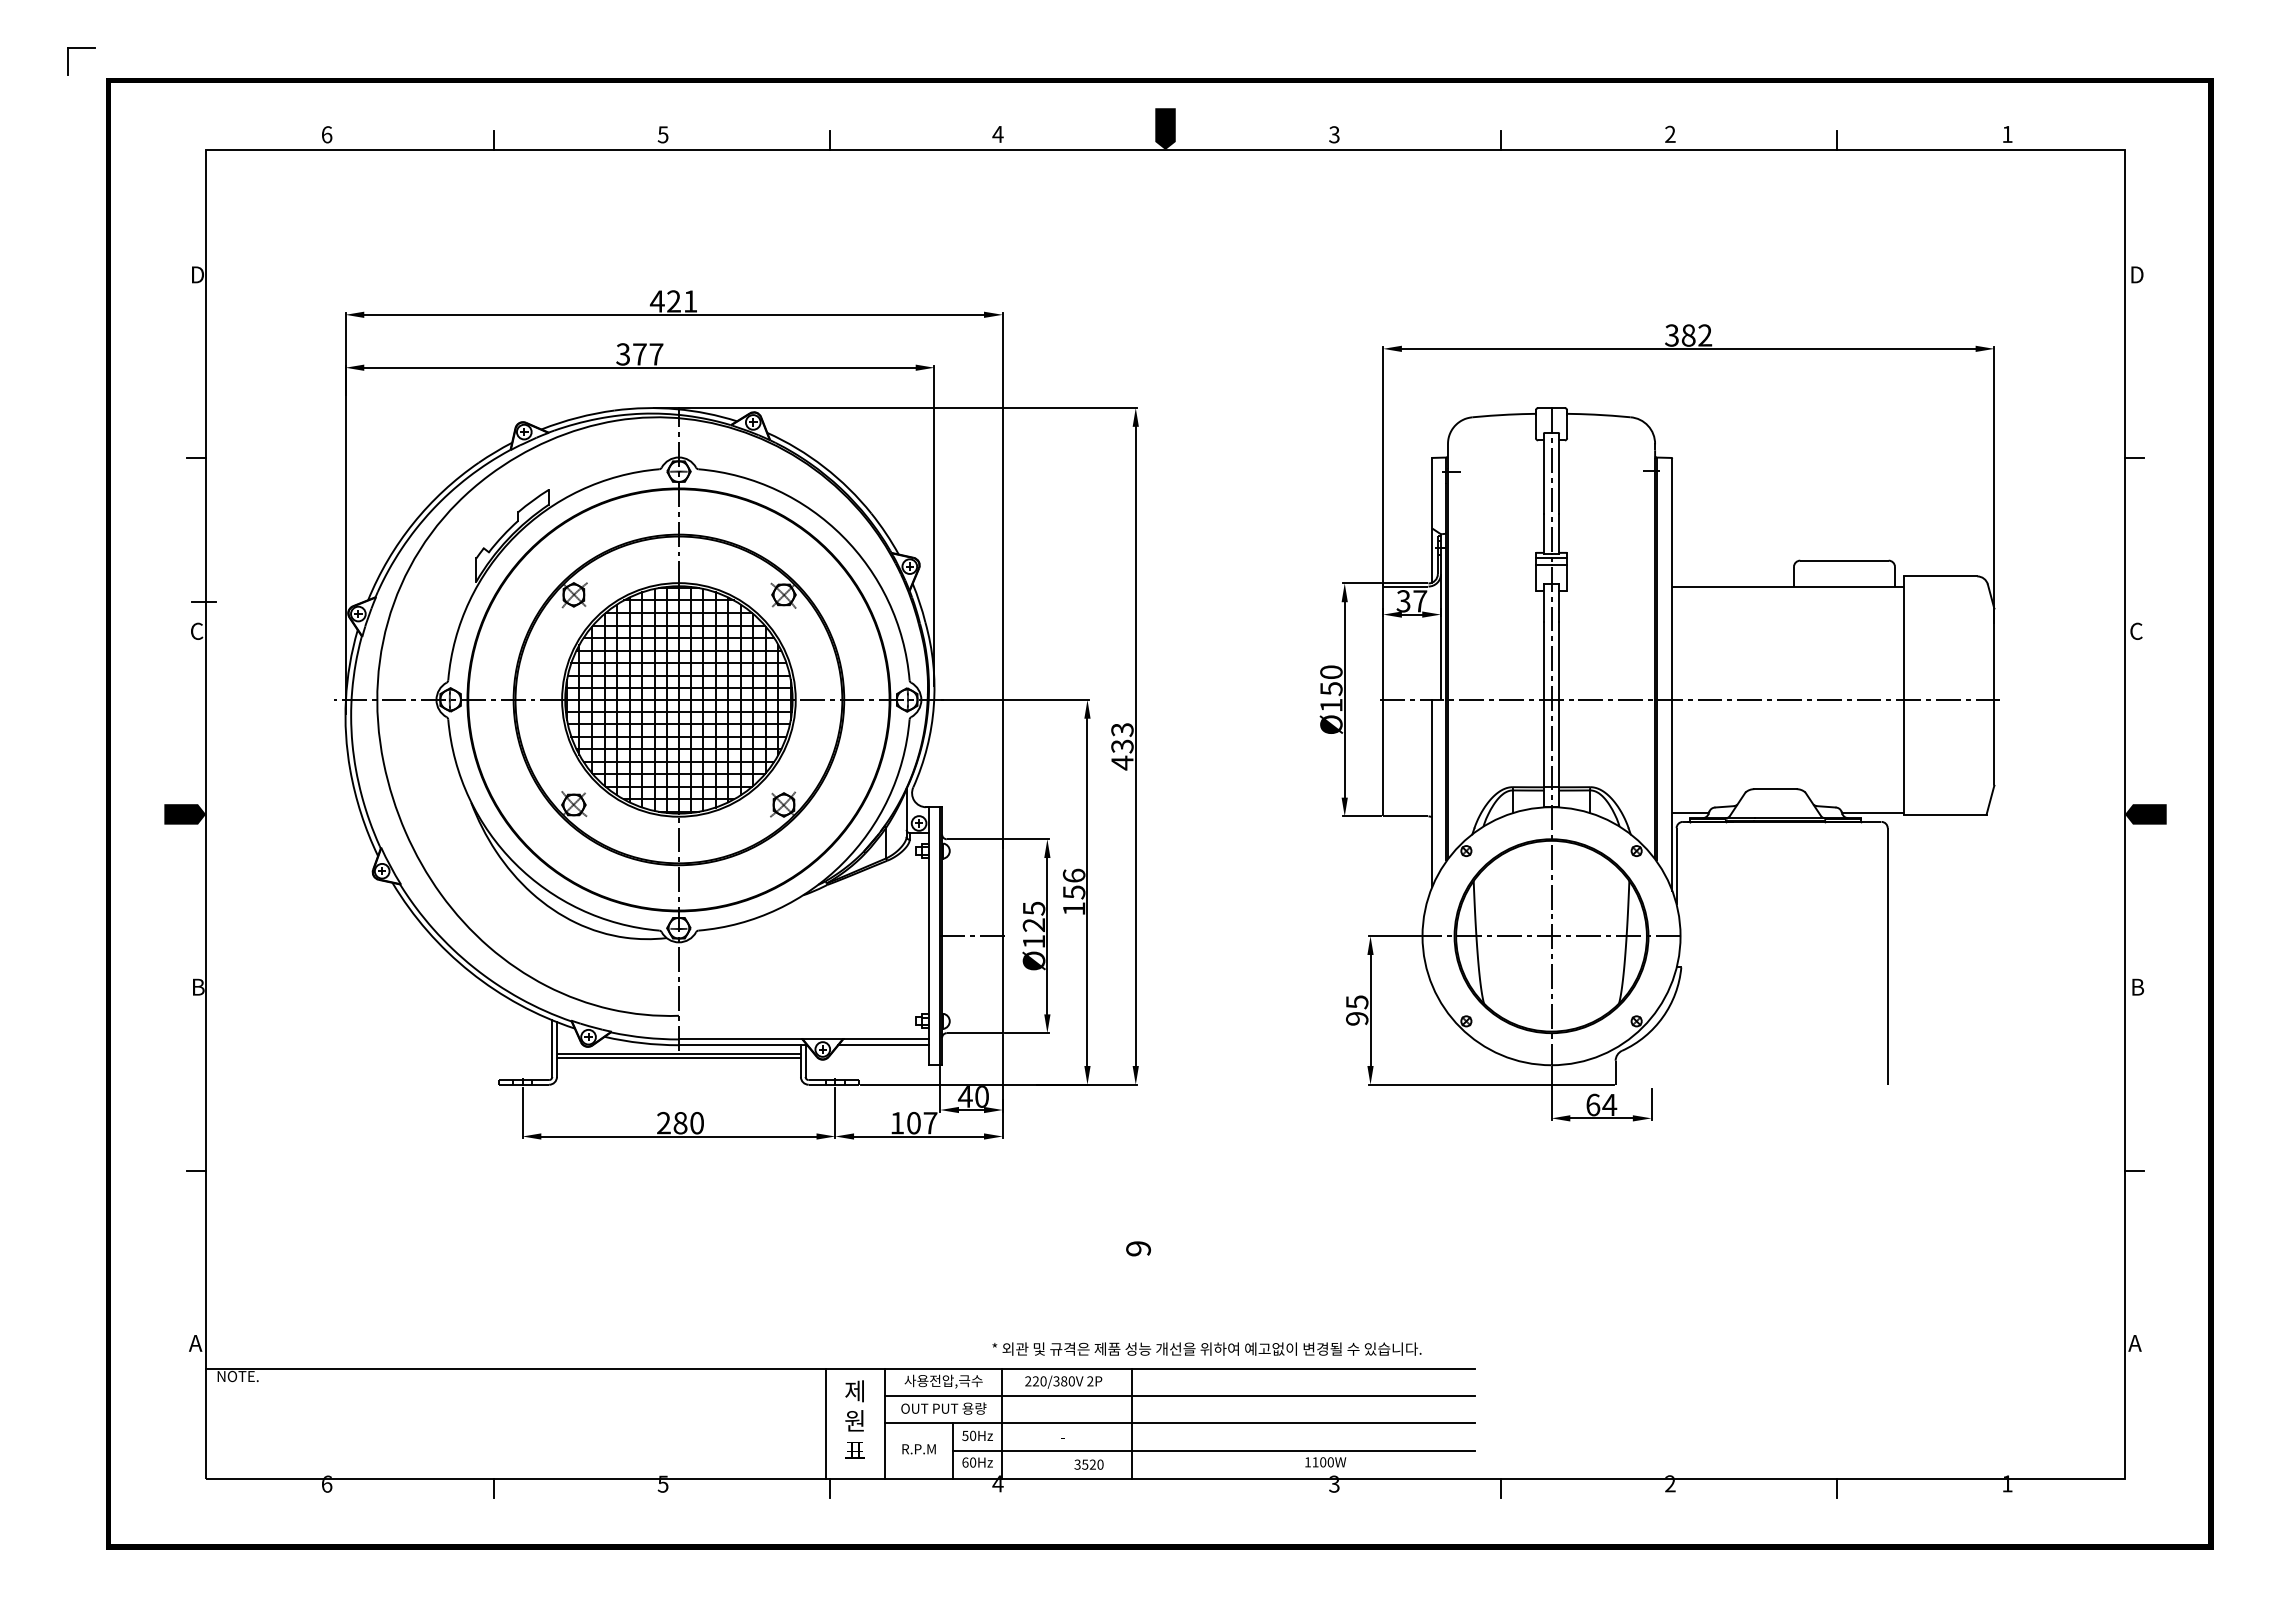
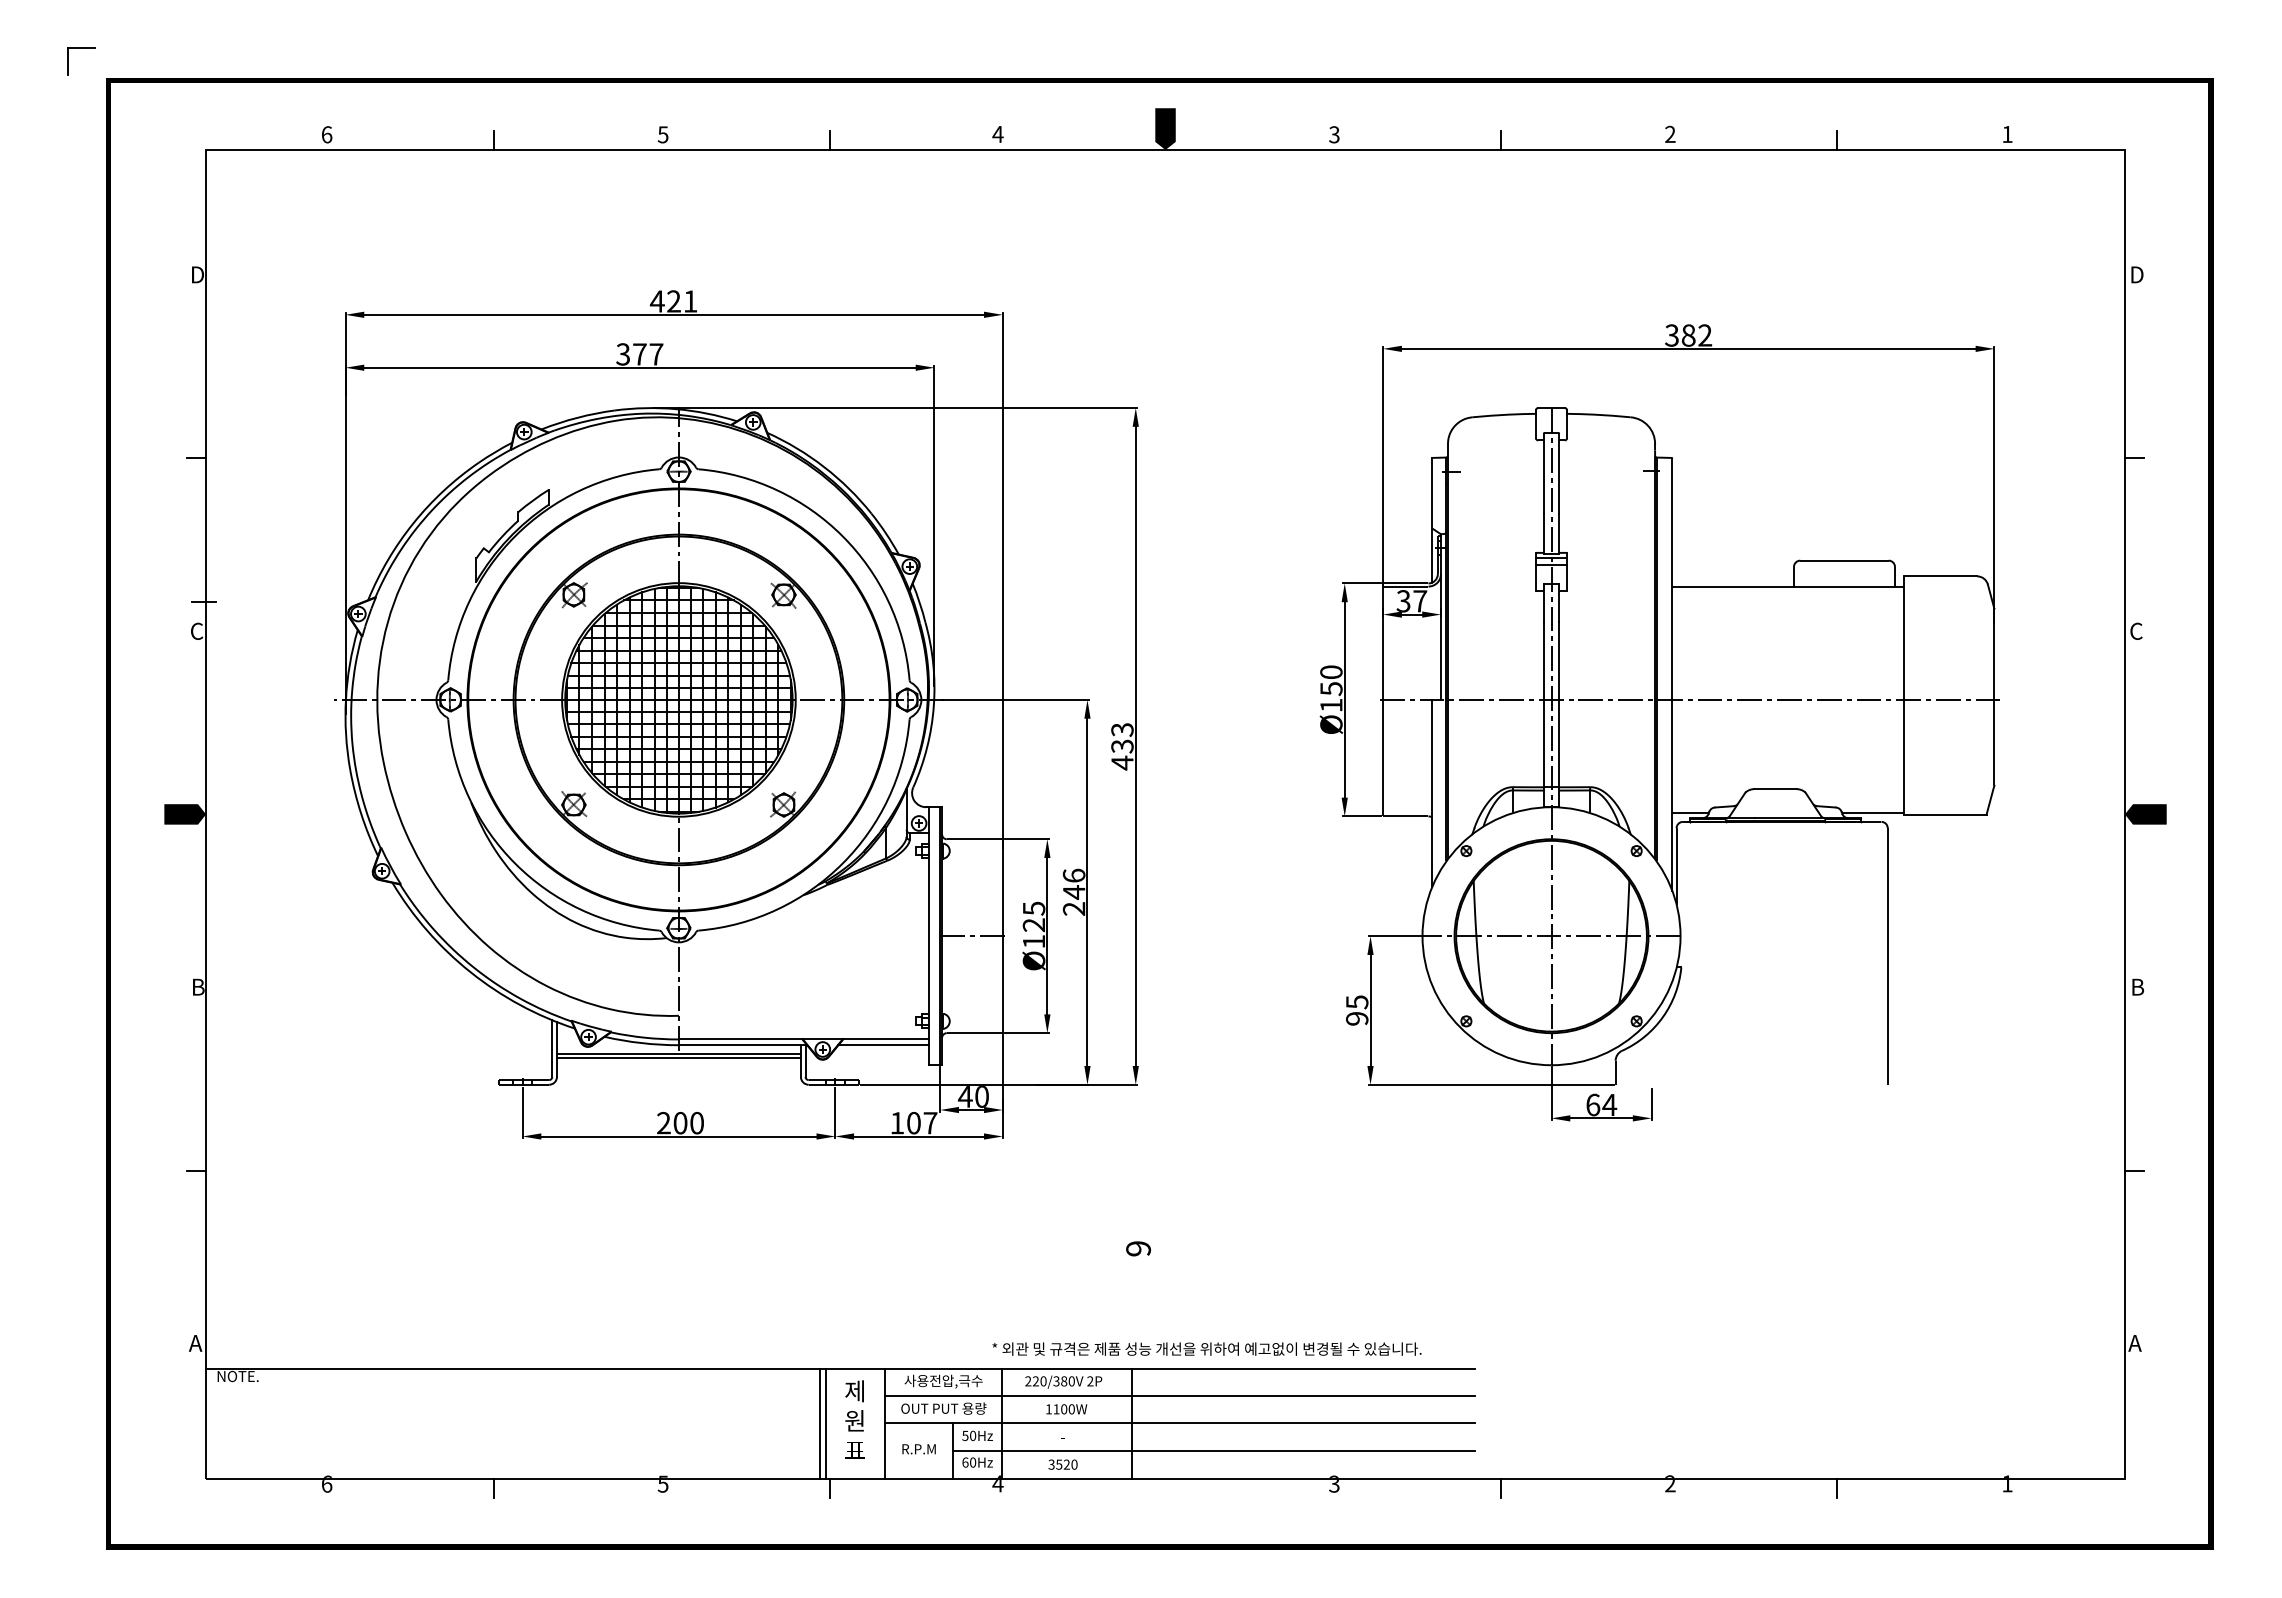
text at (1073, 900): 156 -> 246
text at (680, 1123): 280 -> 200
line at (819, 1423): none -> present
text at (1325, 1462) position: (1325, 1462) -> (1066, 1409)
text at (1088, 1464) position: (1088, 1464) -> (1062, 1464)
